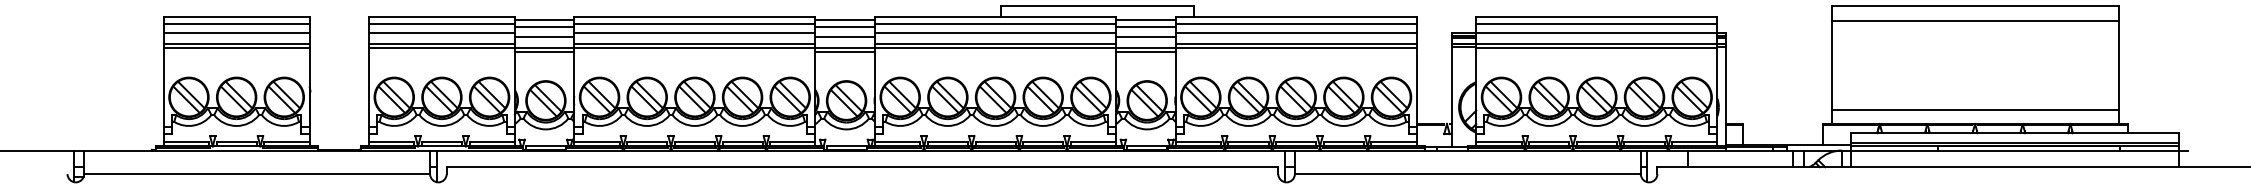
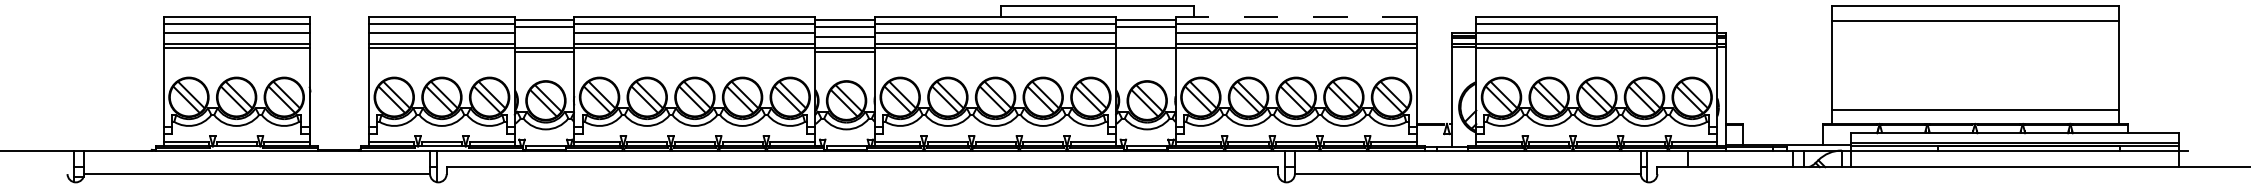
line at (1296, 17): solid -> dashed
line at (544, 36): present -> none
line at (1145, 36): present -> none
line at (1145, 51): present -> none
